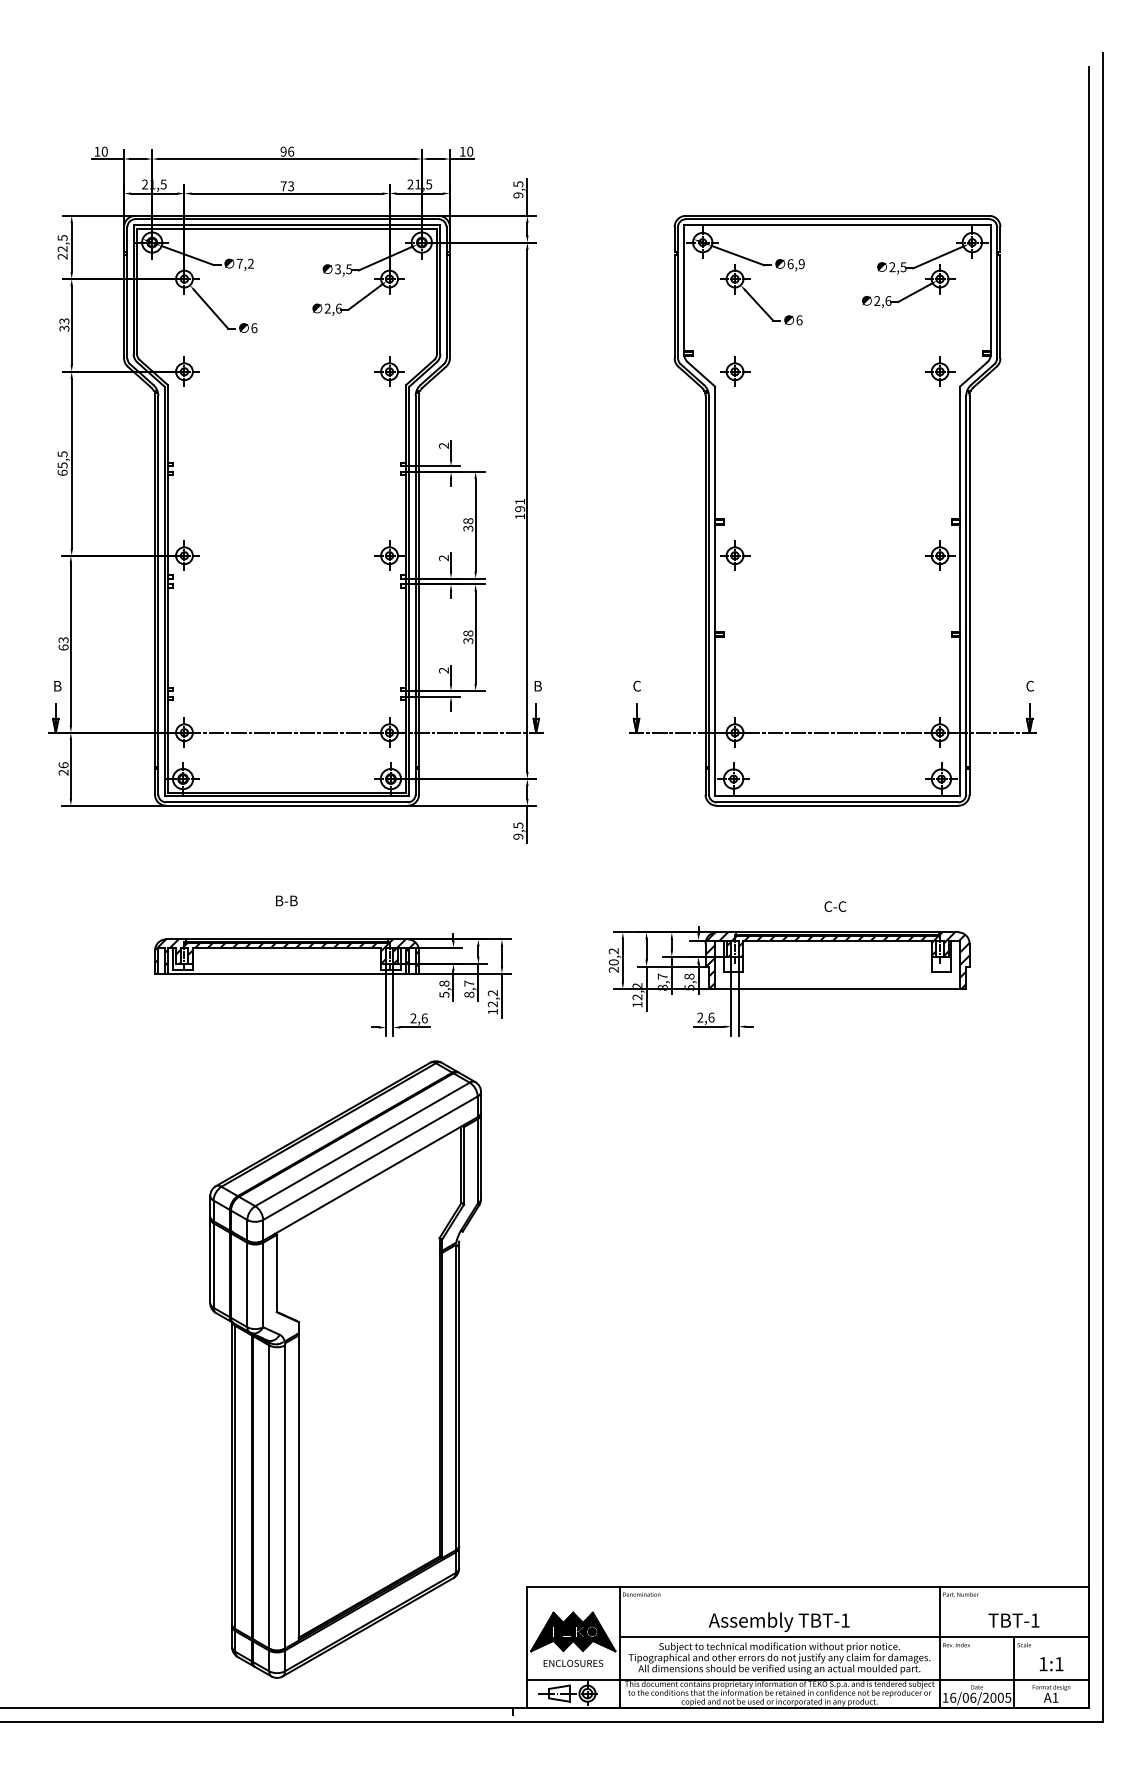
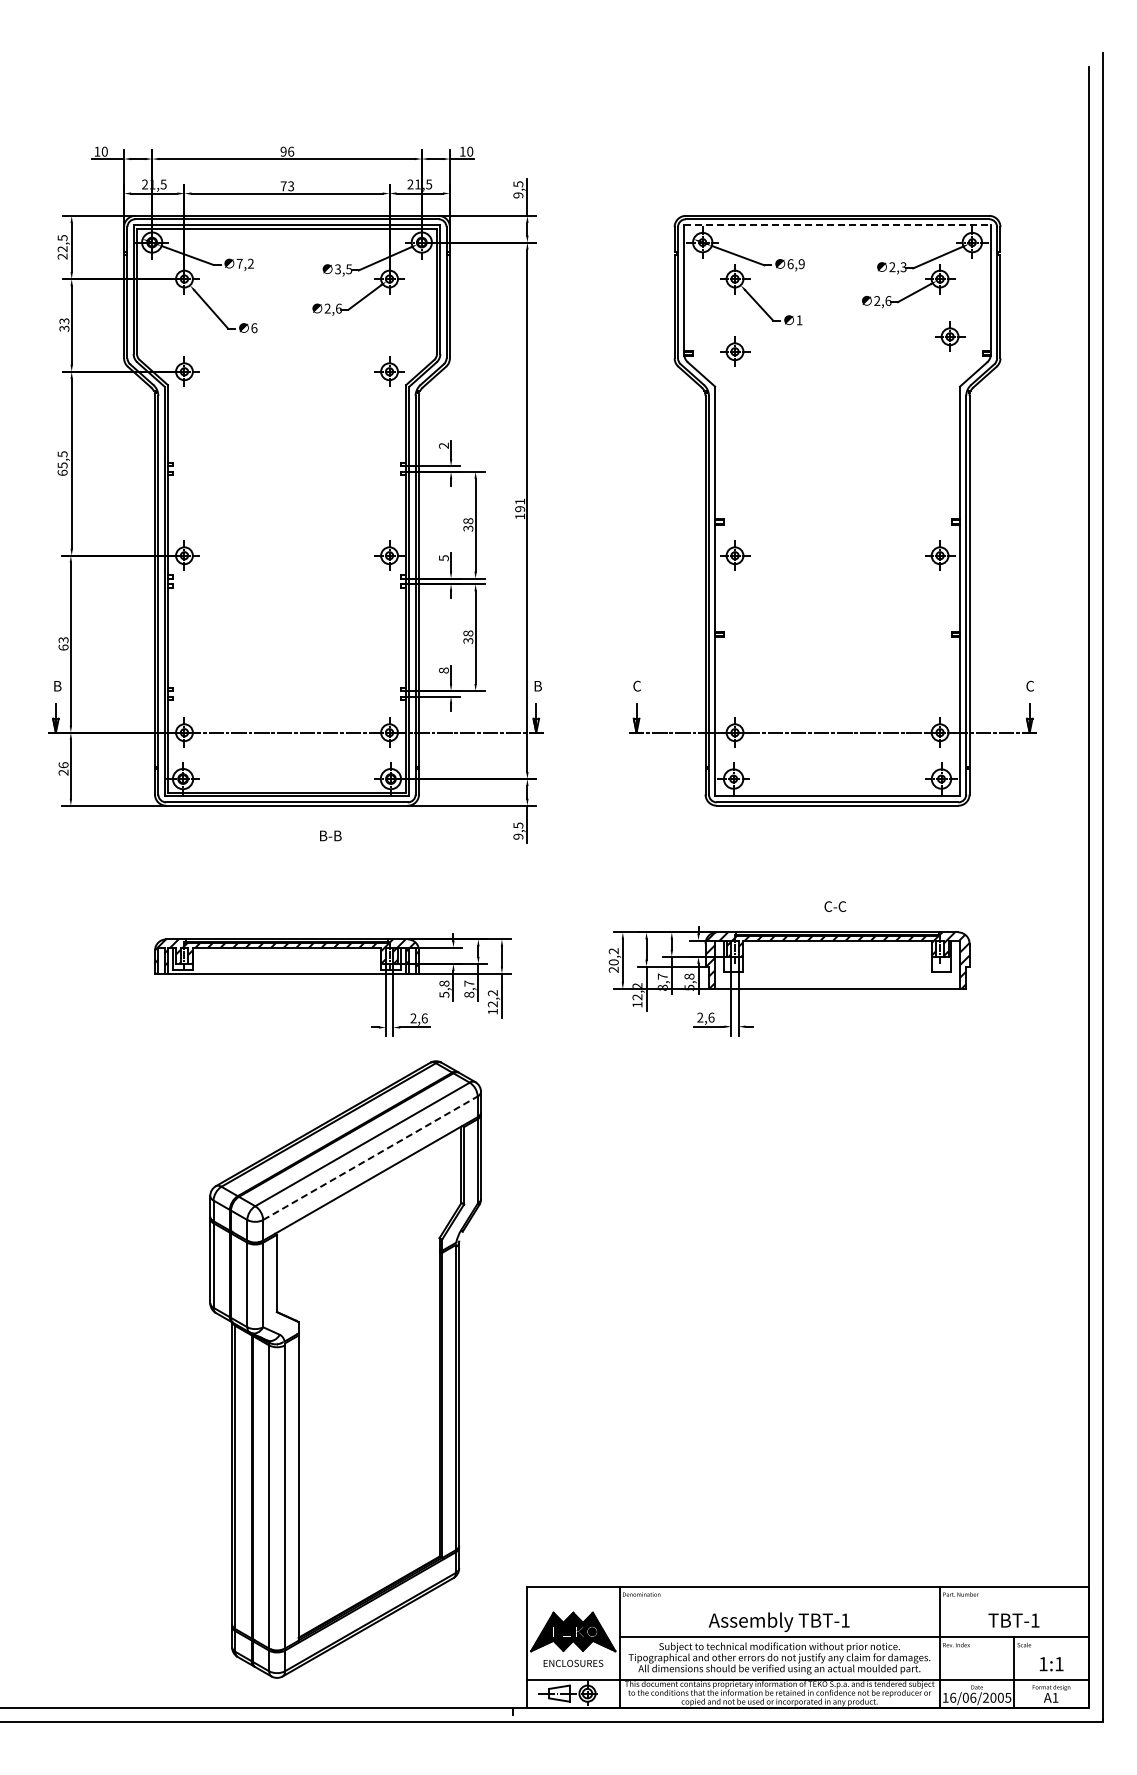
line at (838, 225): solid -> dashed
text at (903, 266): 2,5 -> 2,3
text at (799, 320): 6 -> 1
part at (735, 371) position: (735, 371) -> (735, 351)
part at (940, 371) position: (940, 371) -> (950, 336)
text at (443, 558): 2 -> 5
text at (443, 670): 2 -> 8
text at (286, 900) position: (286, 900) -> (330, 835)
line at (370, 1158): solid -> dashed
